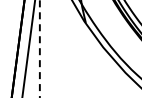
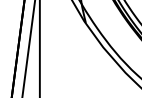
line at (39, 49): dashed -> solid
